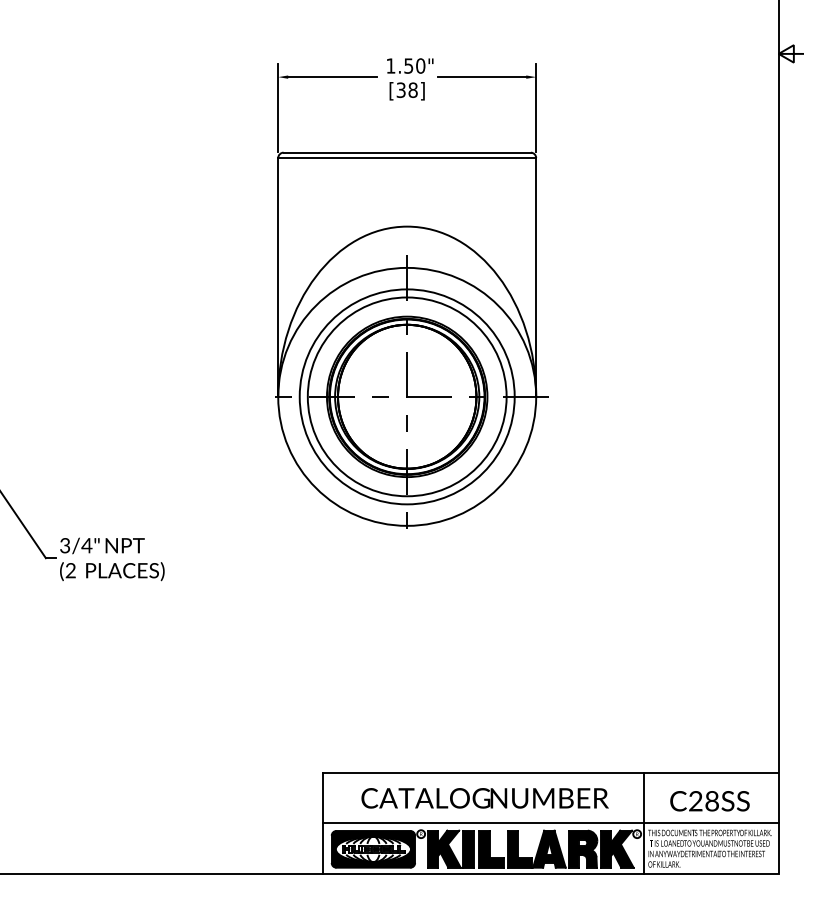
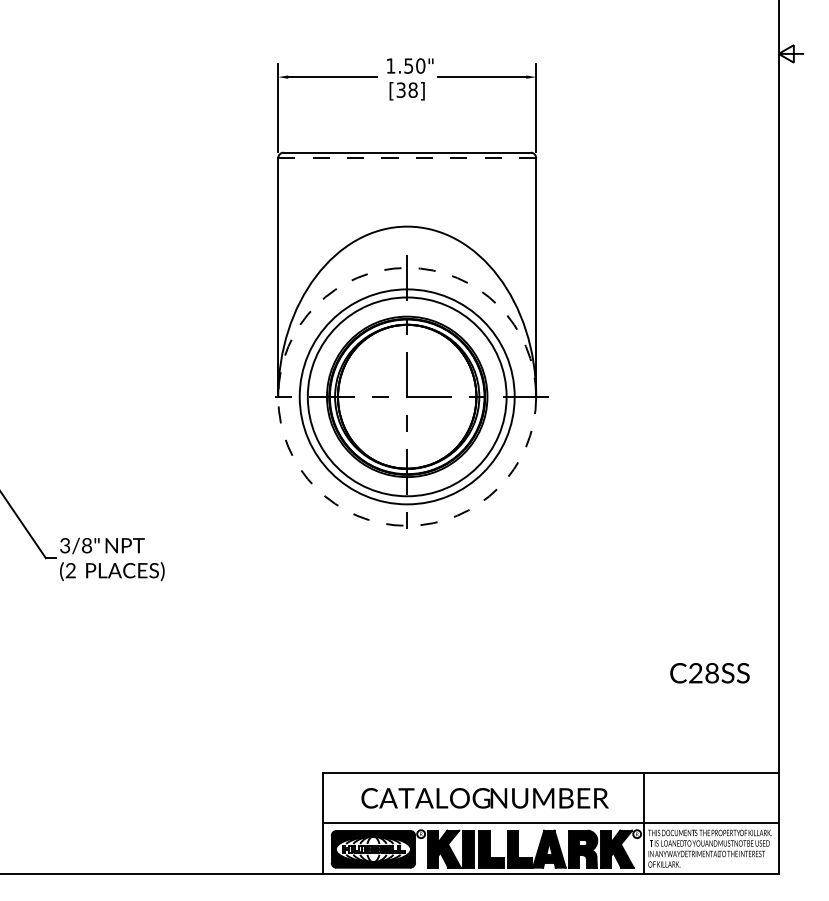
line at (407, 158): solid -> dashed
circle at (407, 396): solid -> dashed
text at (86, 545): 3/4" -> 3/8"
text at (709, 801) position: (709, 801) -> (709, 673)
